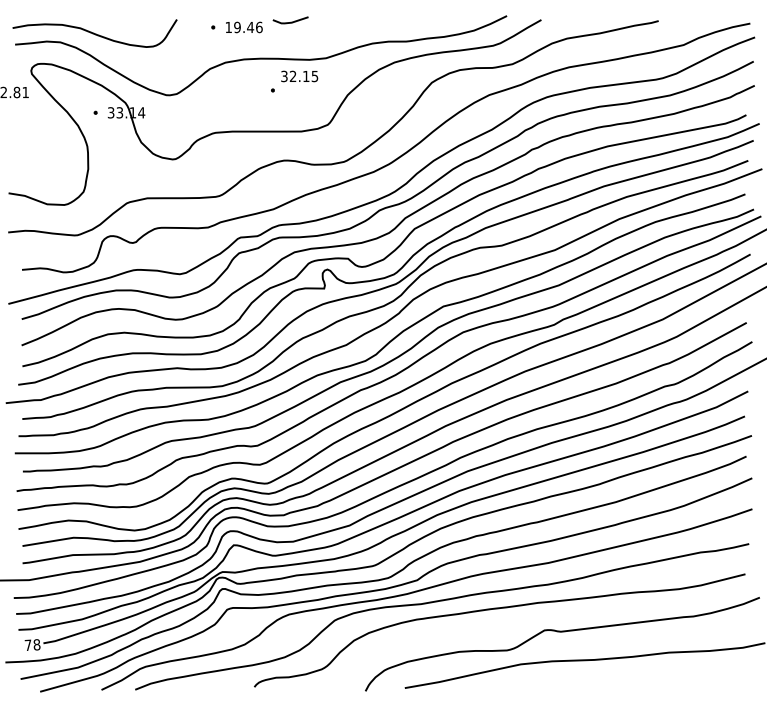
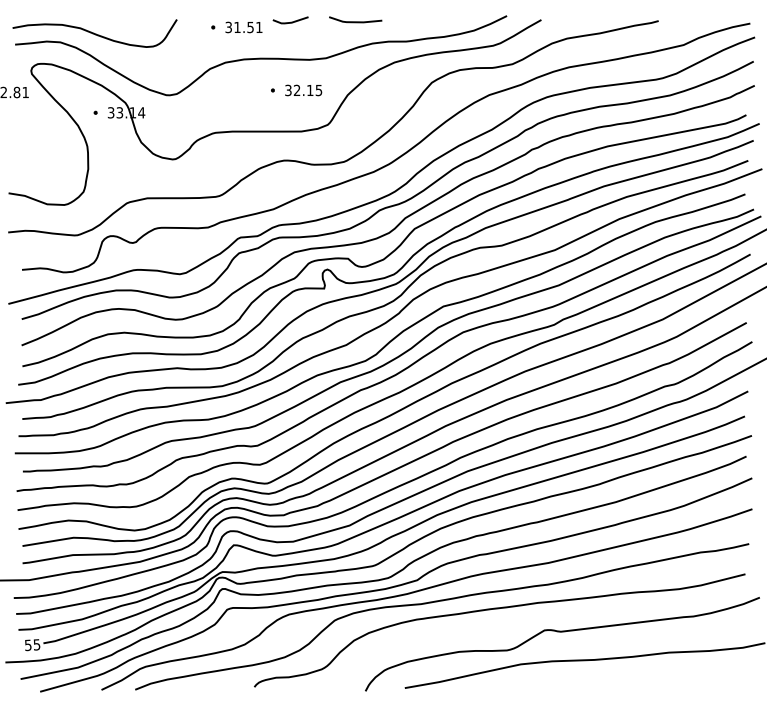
line at (355, 21): none -> present
text at (243, 27): 19.46 -> 31.51
text at (299, 76) position: (299, 76) -> (303, 90)
text at (32, 645): 78 -> 55
